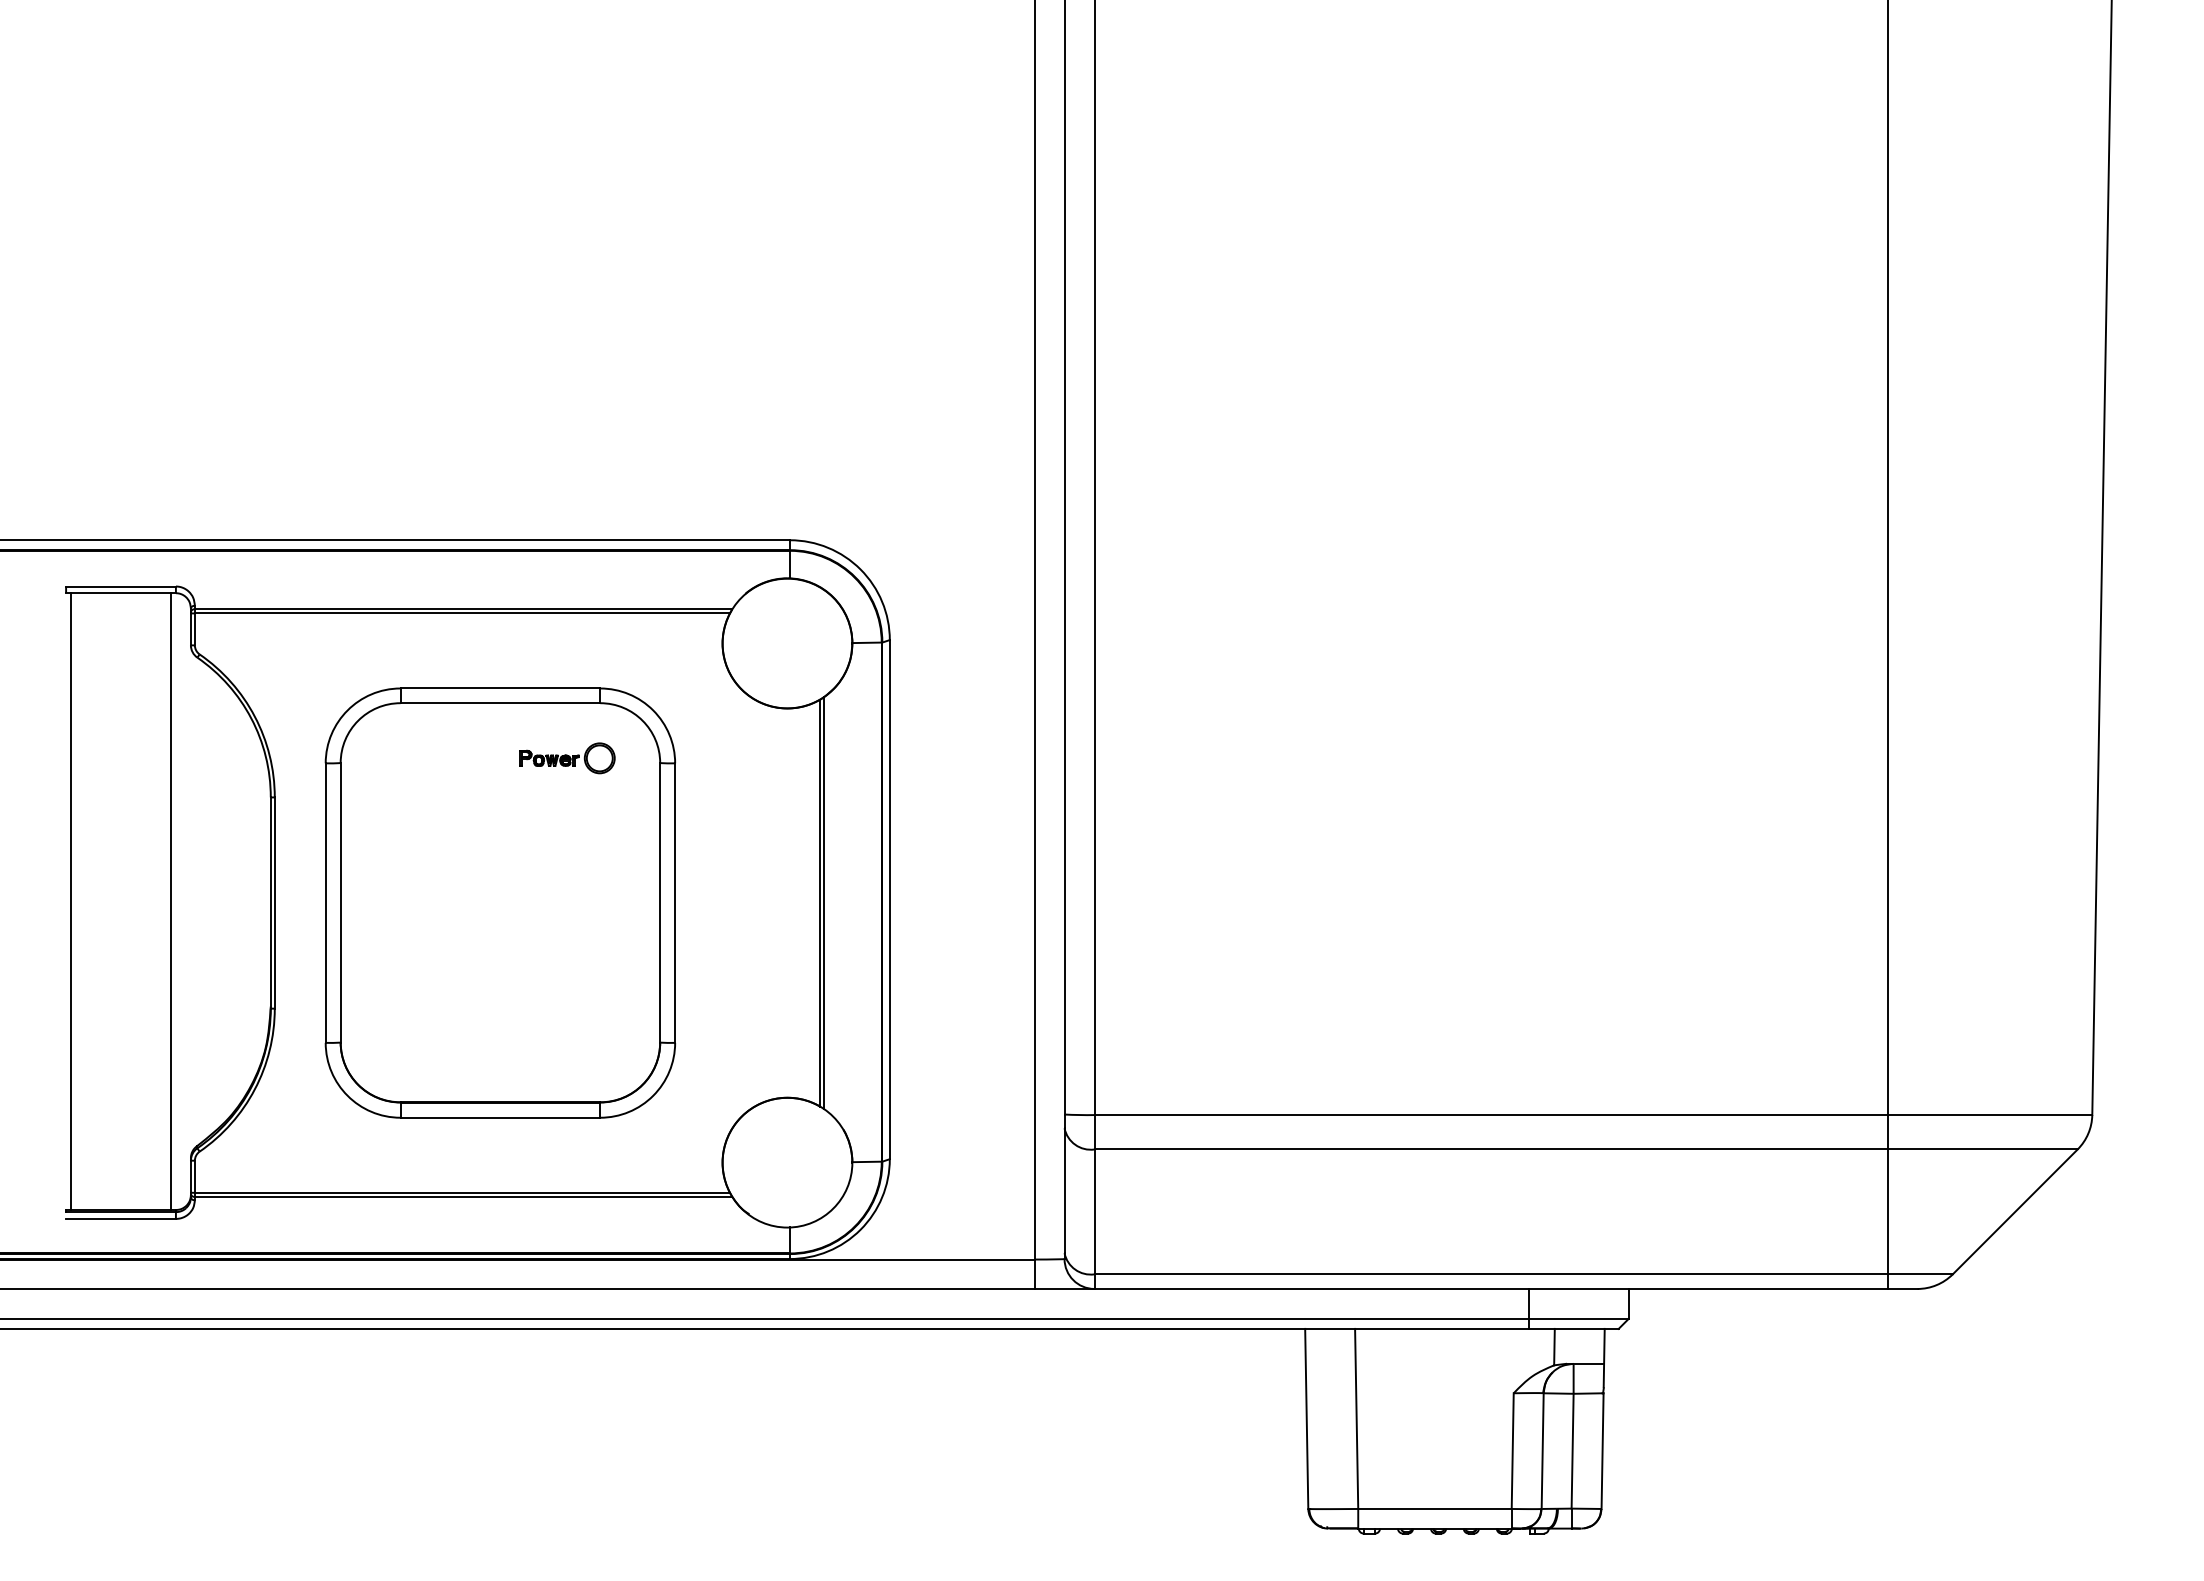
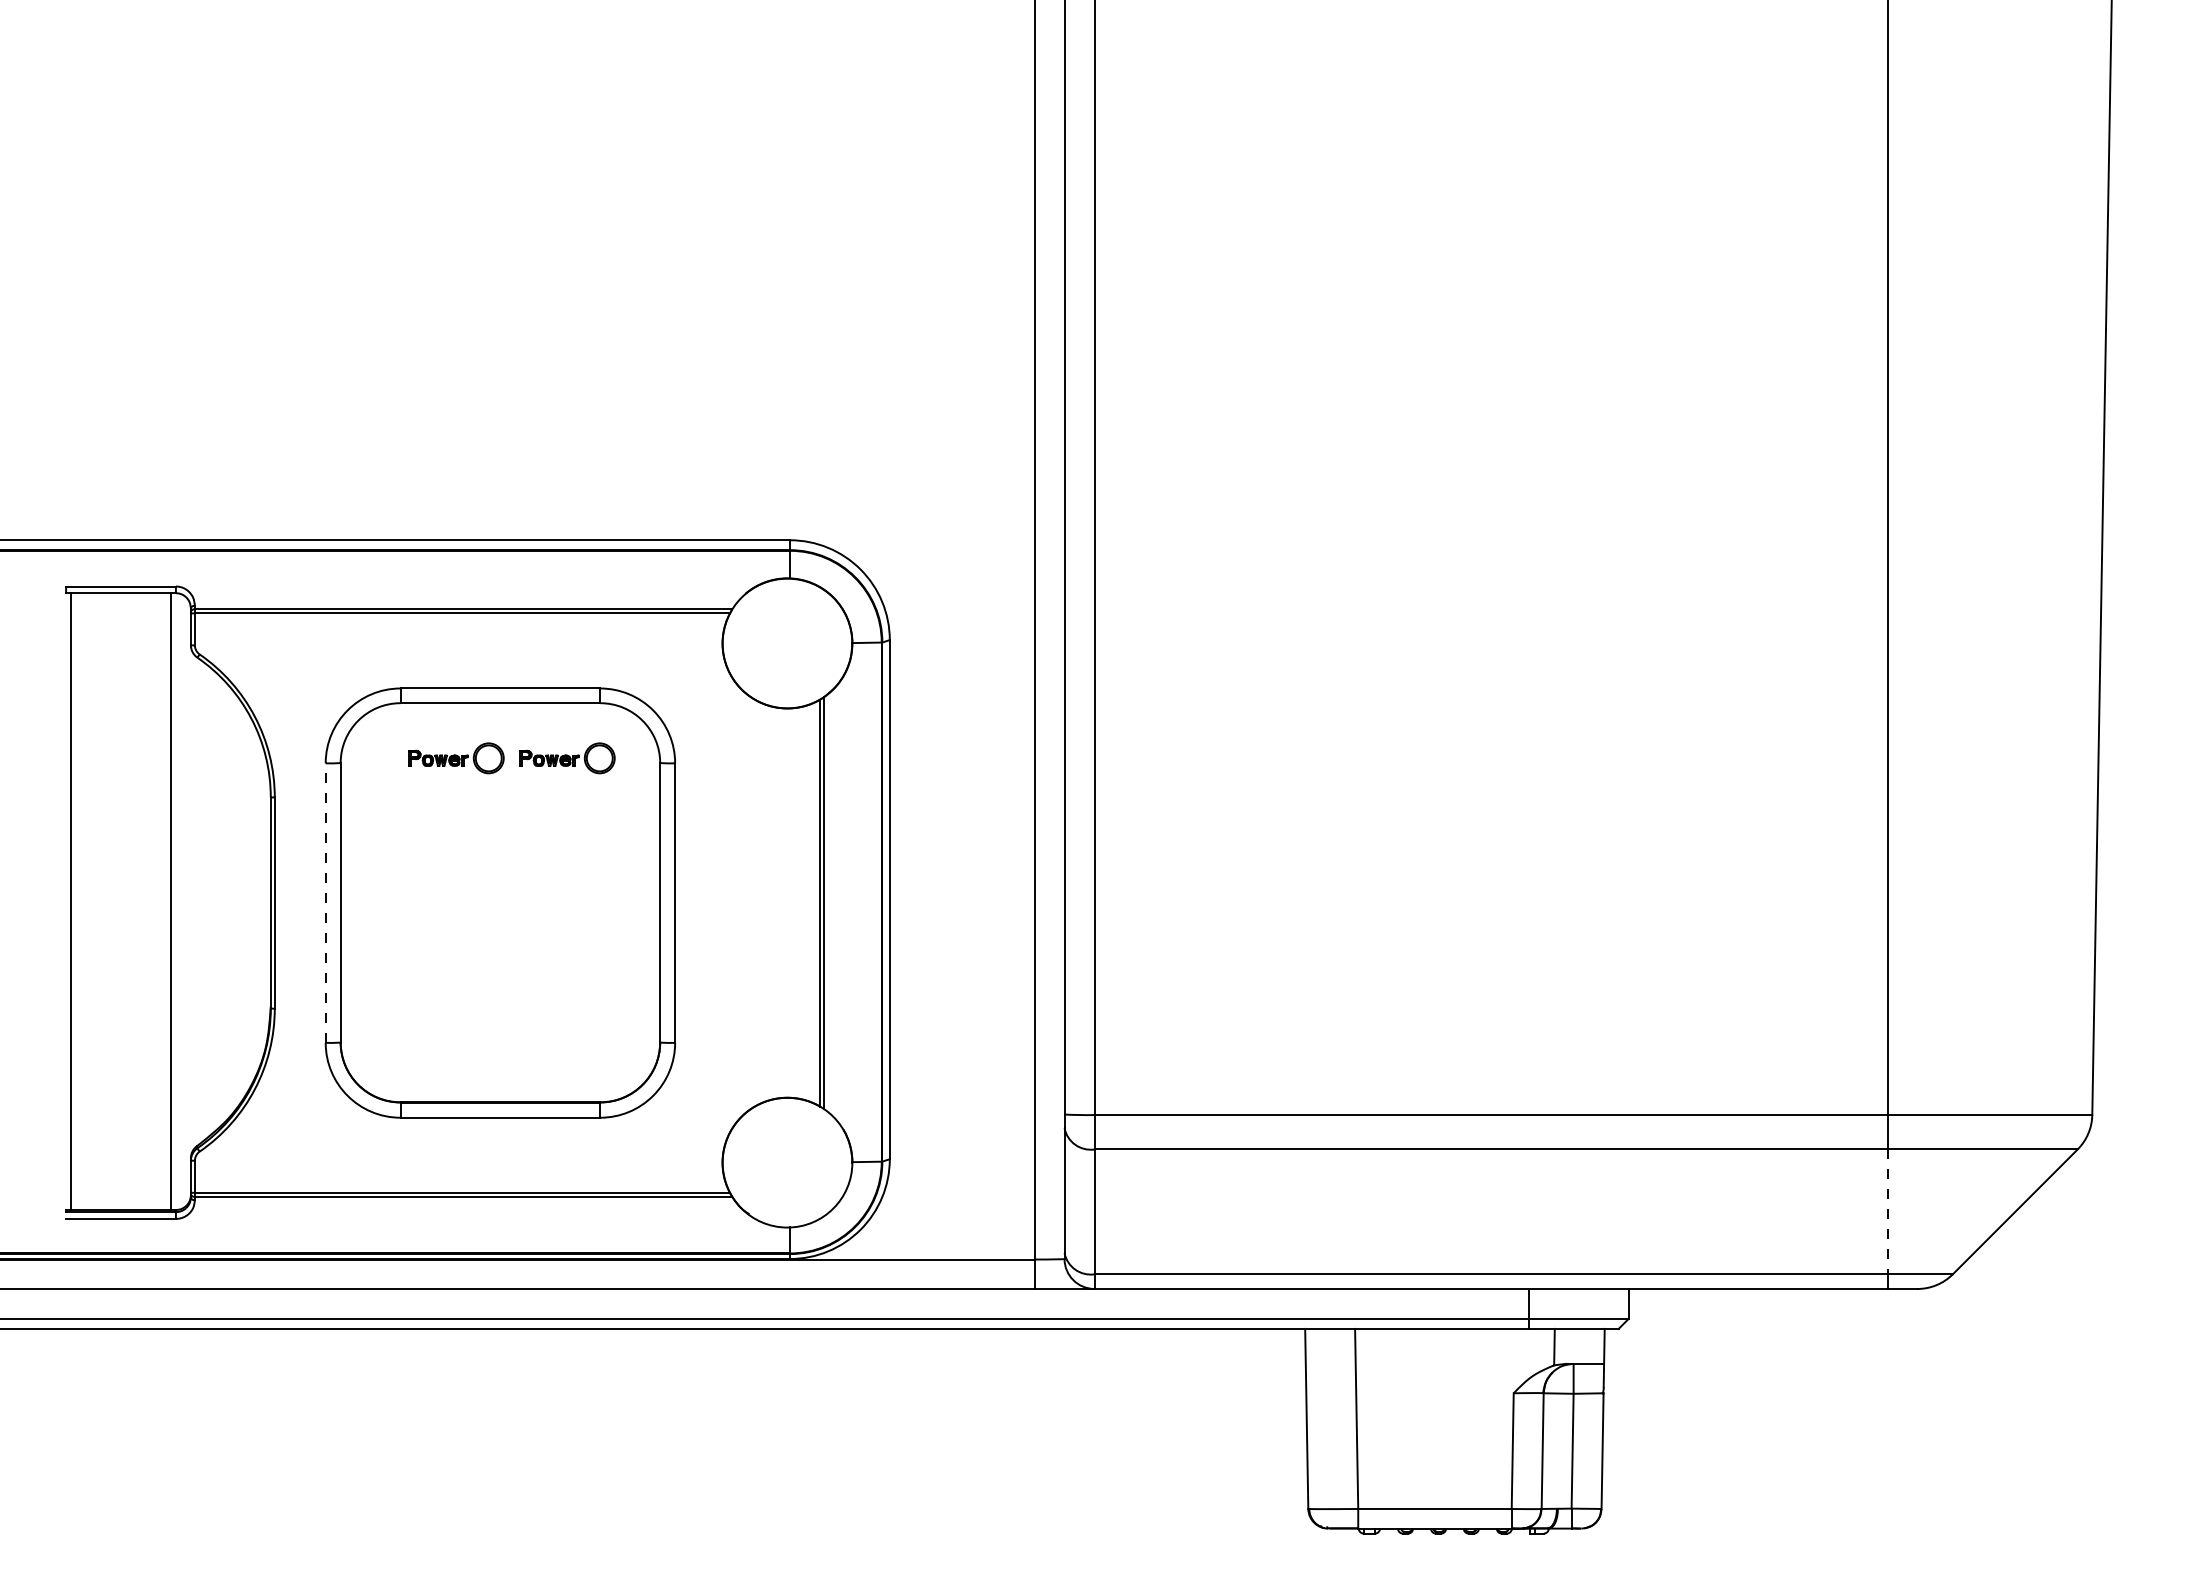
part at (456, 758): none -> present
line at (325, 903): solid -> dashed
line at (1888, 1212): solid -> dashed
